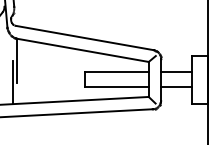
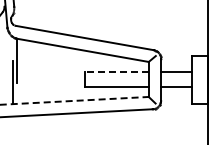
line at (116, 71): solid -> dashed
line at (75, 100): solid -> dashed
